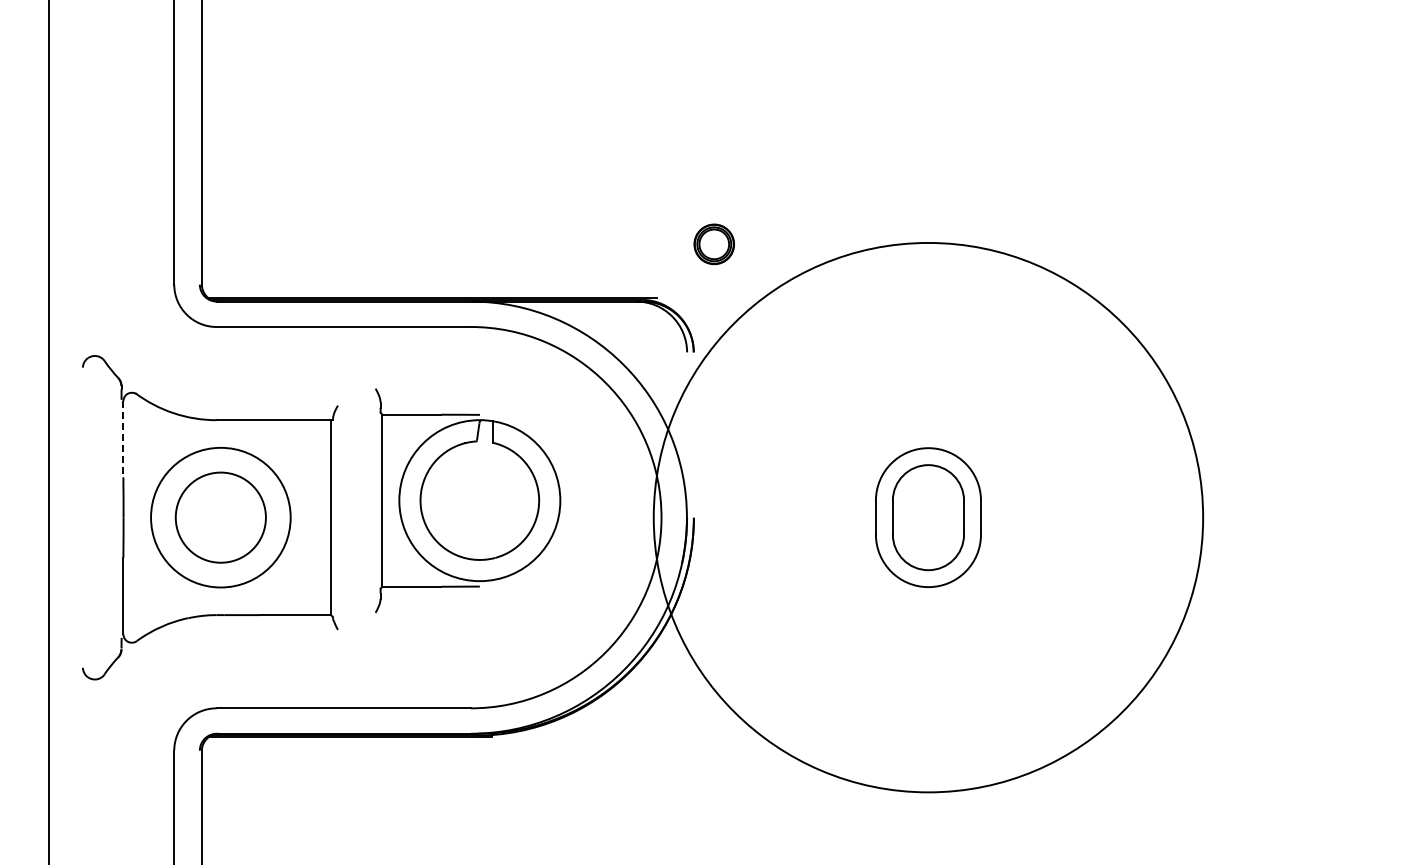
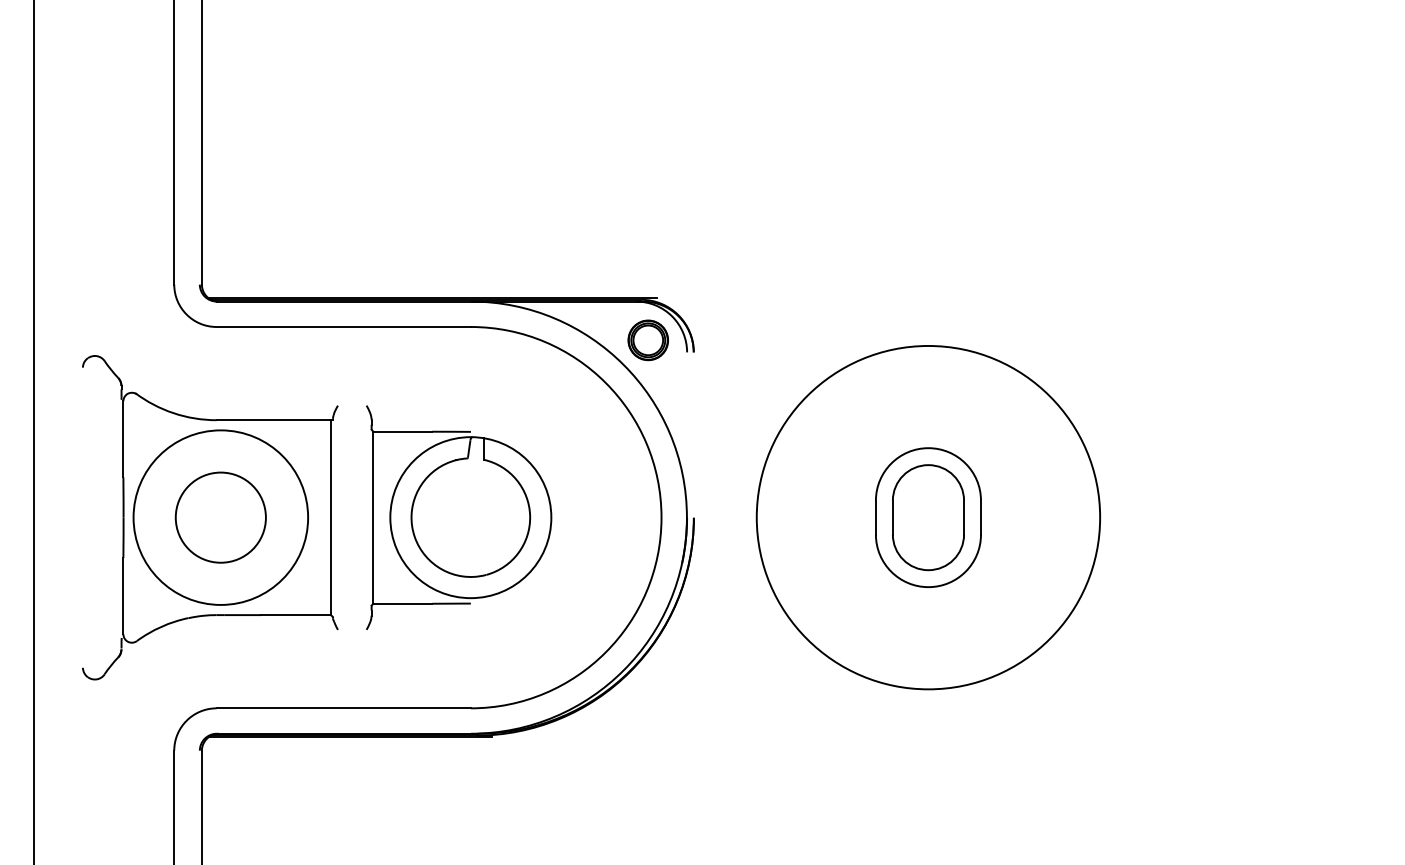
part at (713, 244) position: (713, 244) -> (647, 340)
line at (49, 431) position: (49, 431) -> (34, 431)
line at (123, 439): dashed -> solid
part at (468, 500) position: (468, 500) -> (459, 517)
circle at (220, 517) diameter: 140 px -> 175 px
circle at (928, 517) diameter: 549 px -> 343 px
